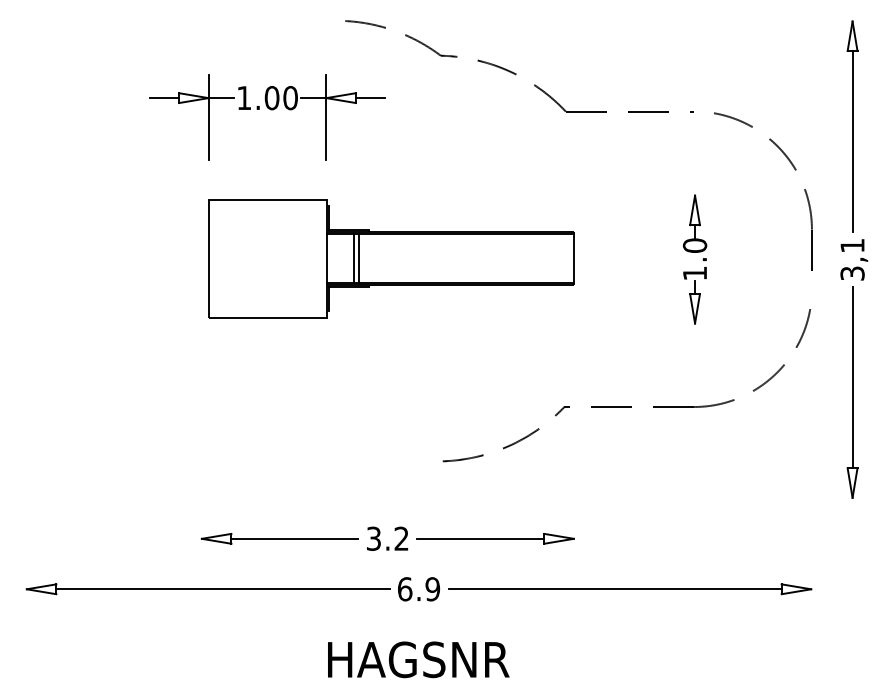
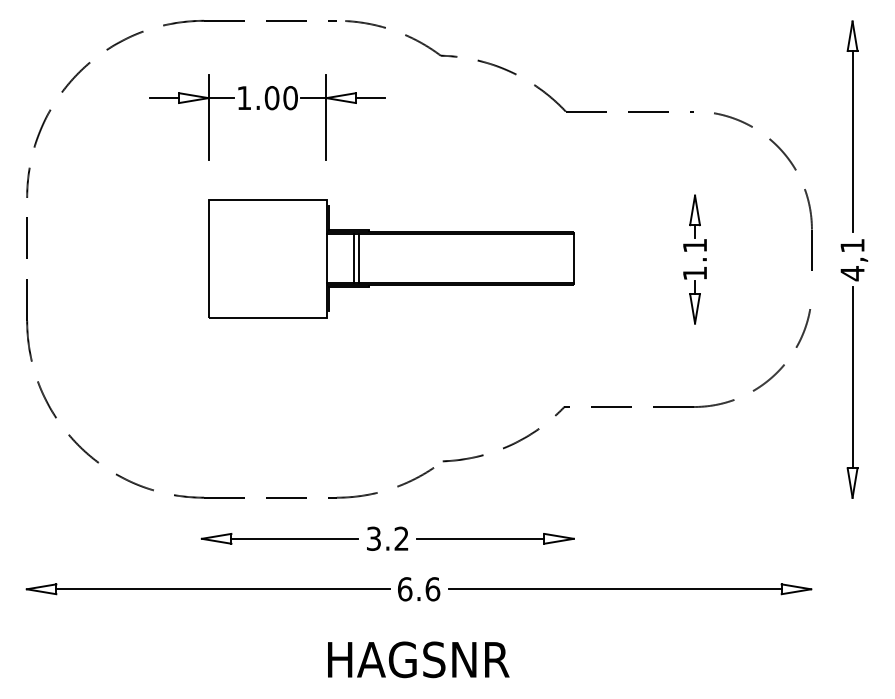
part at (164, 26): none -> present
text at (694, 245): 1.0 -> 1.1
text at (852, 273): 3,1 -> 4,1
part at (230, 497): none -> present
text at (432, 589): 6.9 -> 6.6
